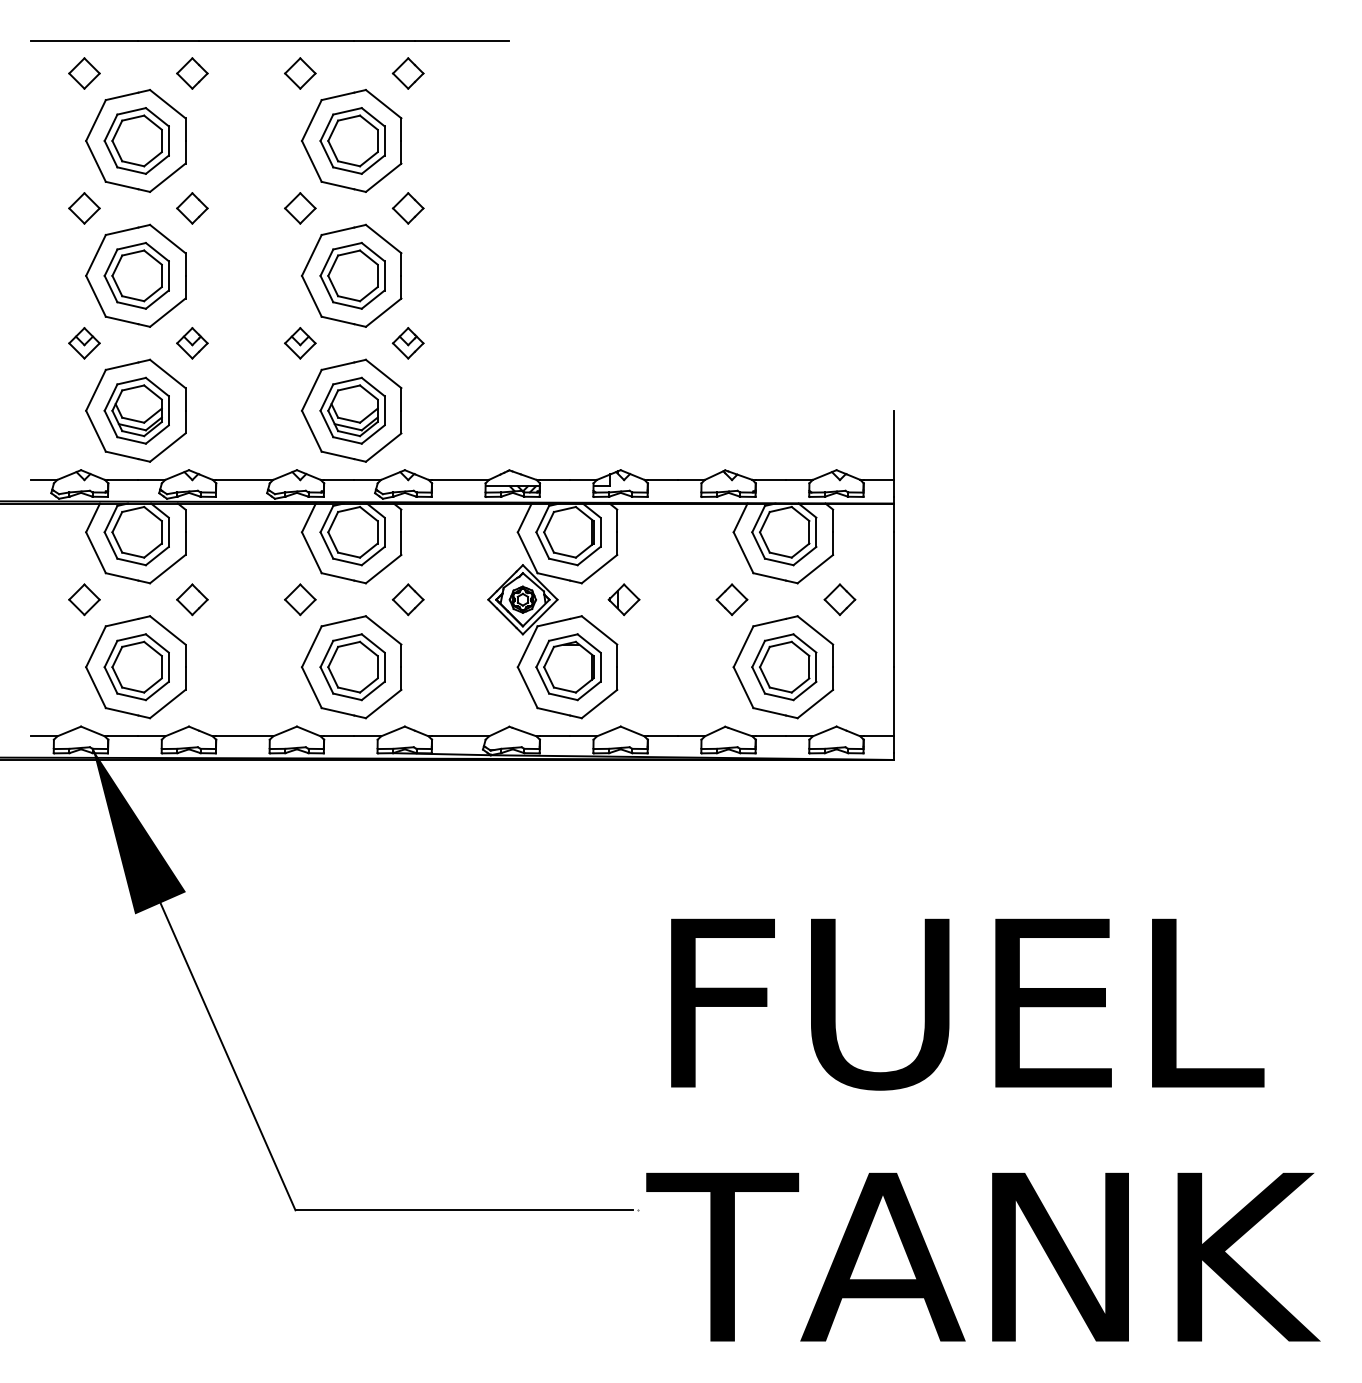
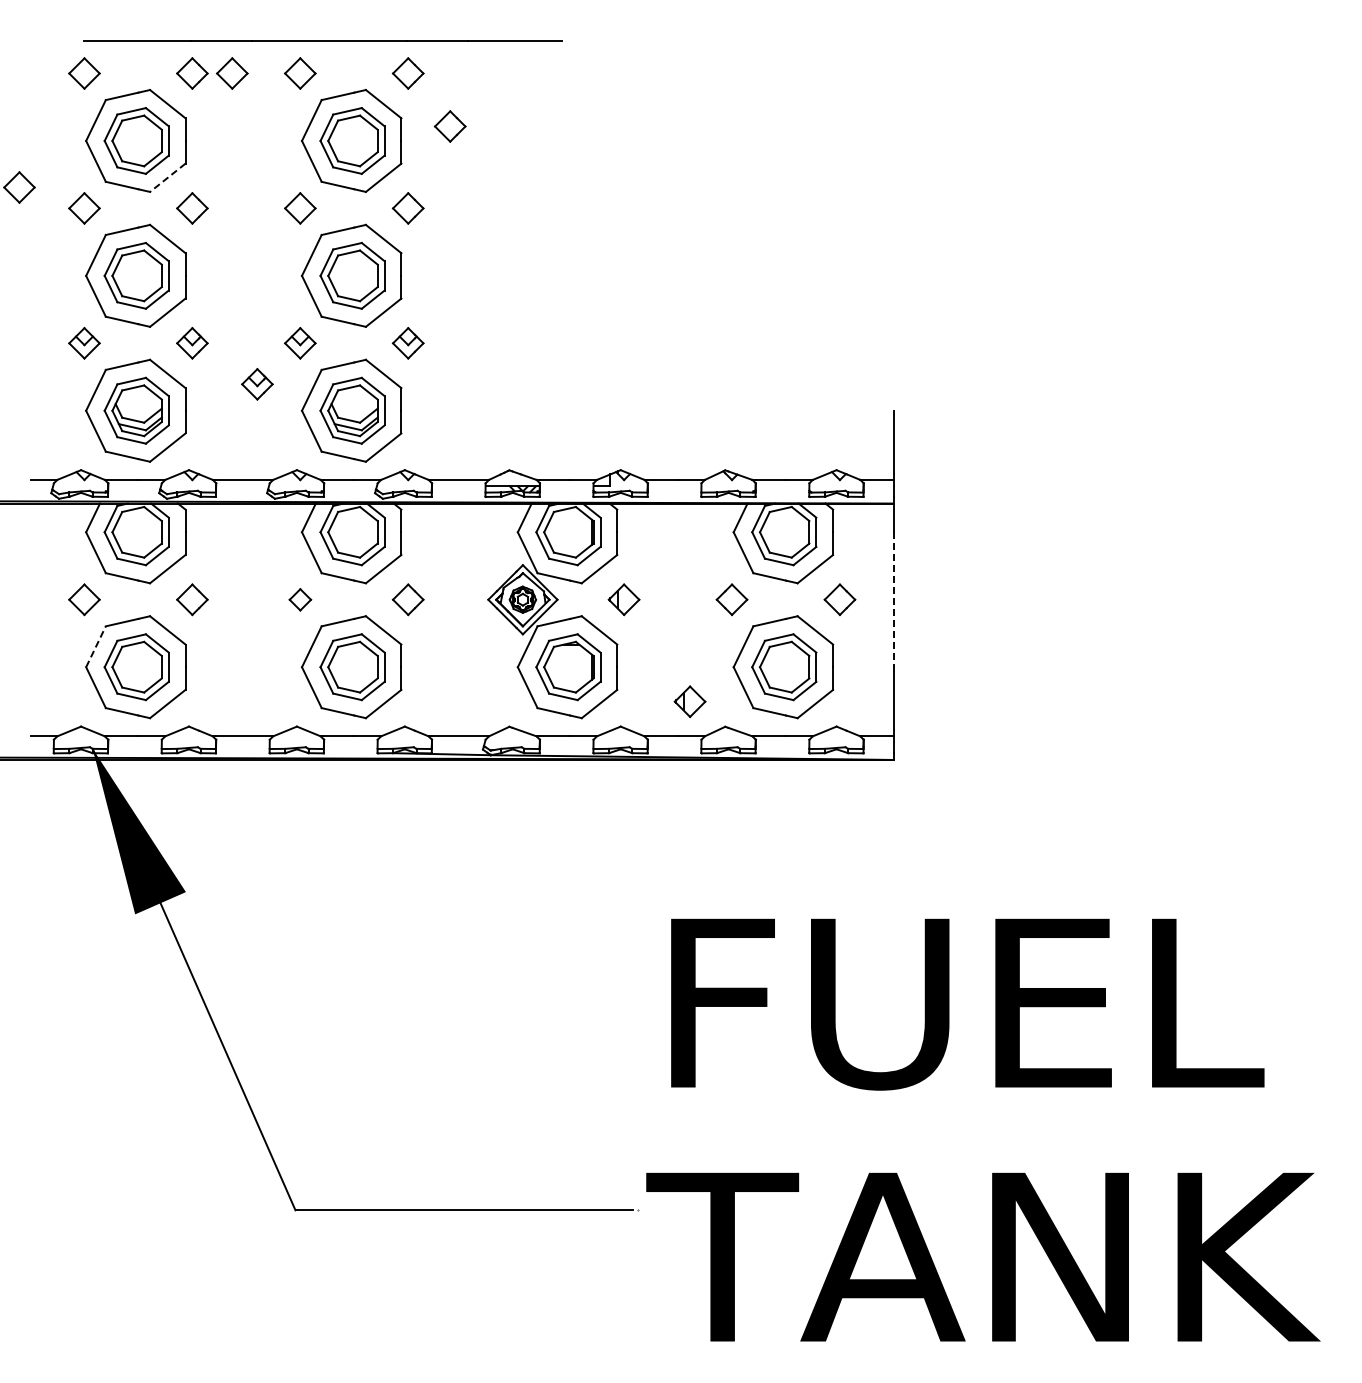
line at (269, 40) position: (269, 40) -> (322, 40)
part at (232, 73): none -> present
part at (449, 126): none -> present
line at (167, 177): solid -> dashed
part at (19, 187): none -> present
part at (257, 384): none -> present
part at (300, 599) size: 33x34 px -> 25x24 px
line at (893, 600): solid -> dashed
line at (96, 646): solid -> dashed
part at (689, 701): none -> present
